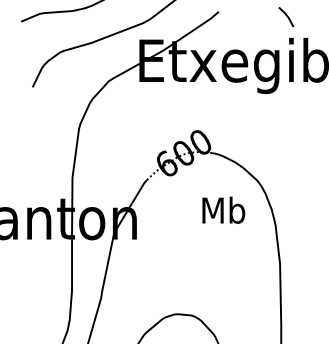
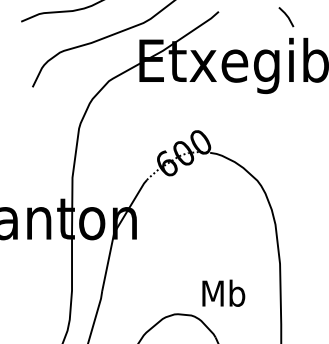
text at (223, 209) position: (223, 209) -> (223, 292)
